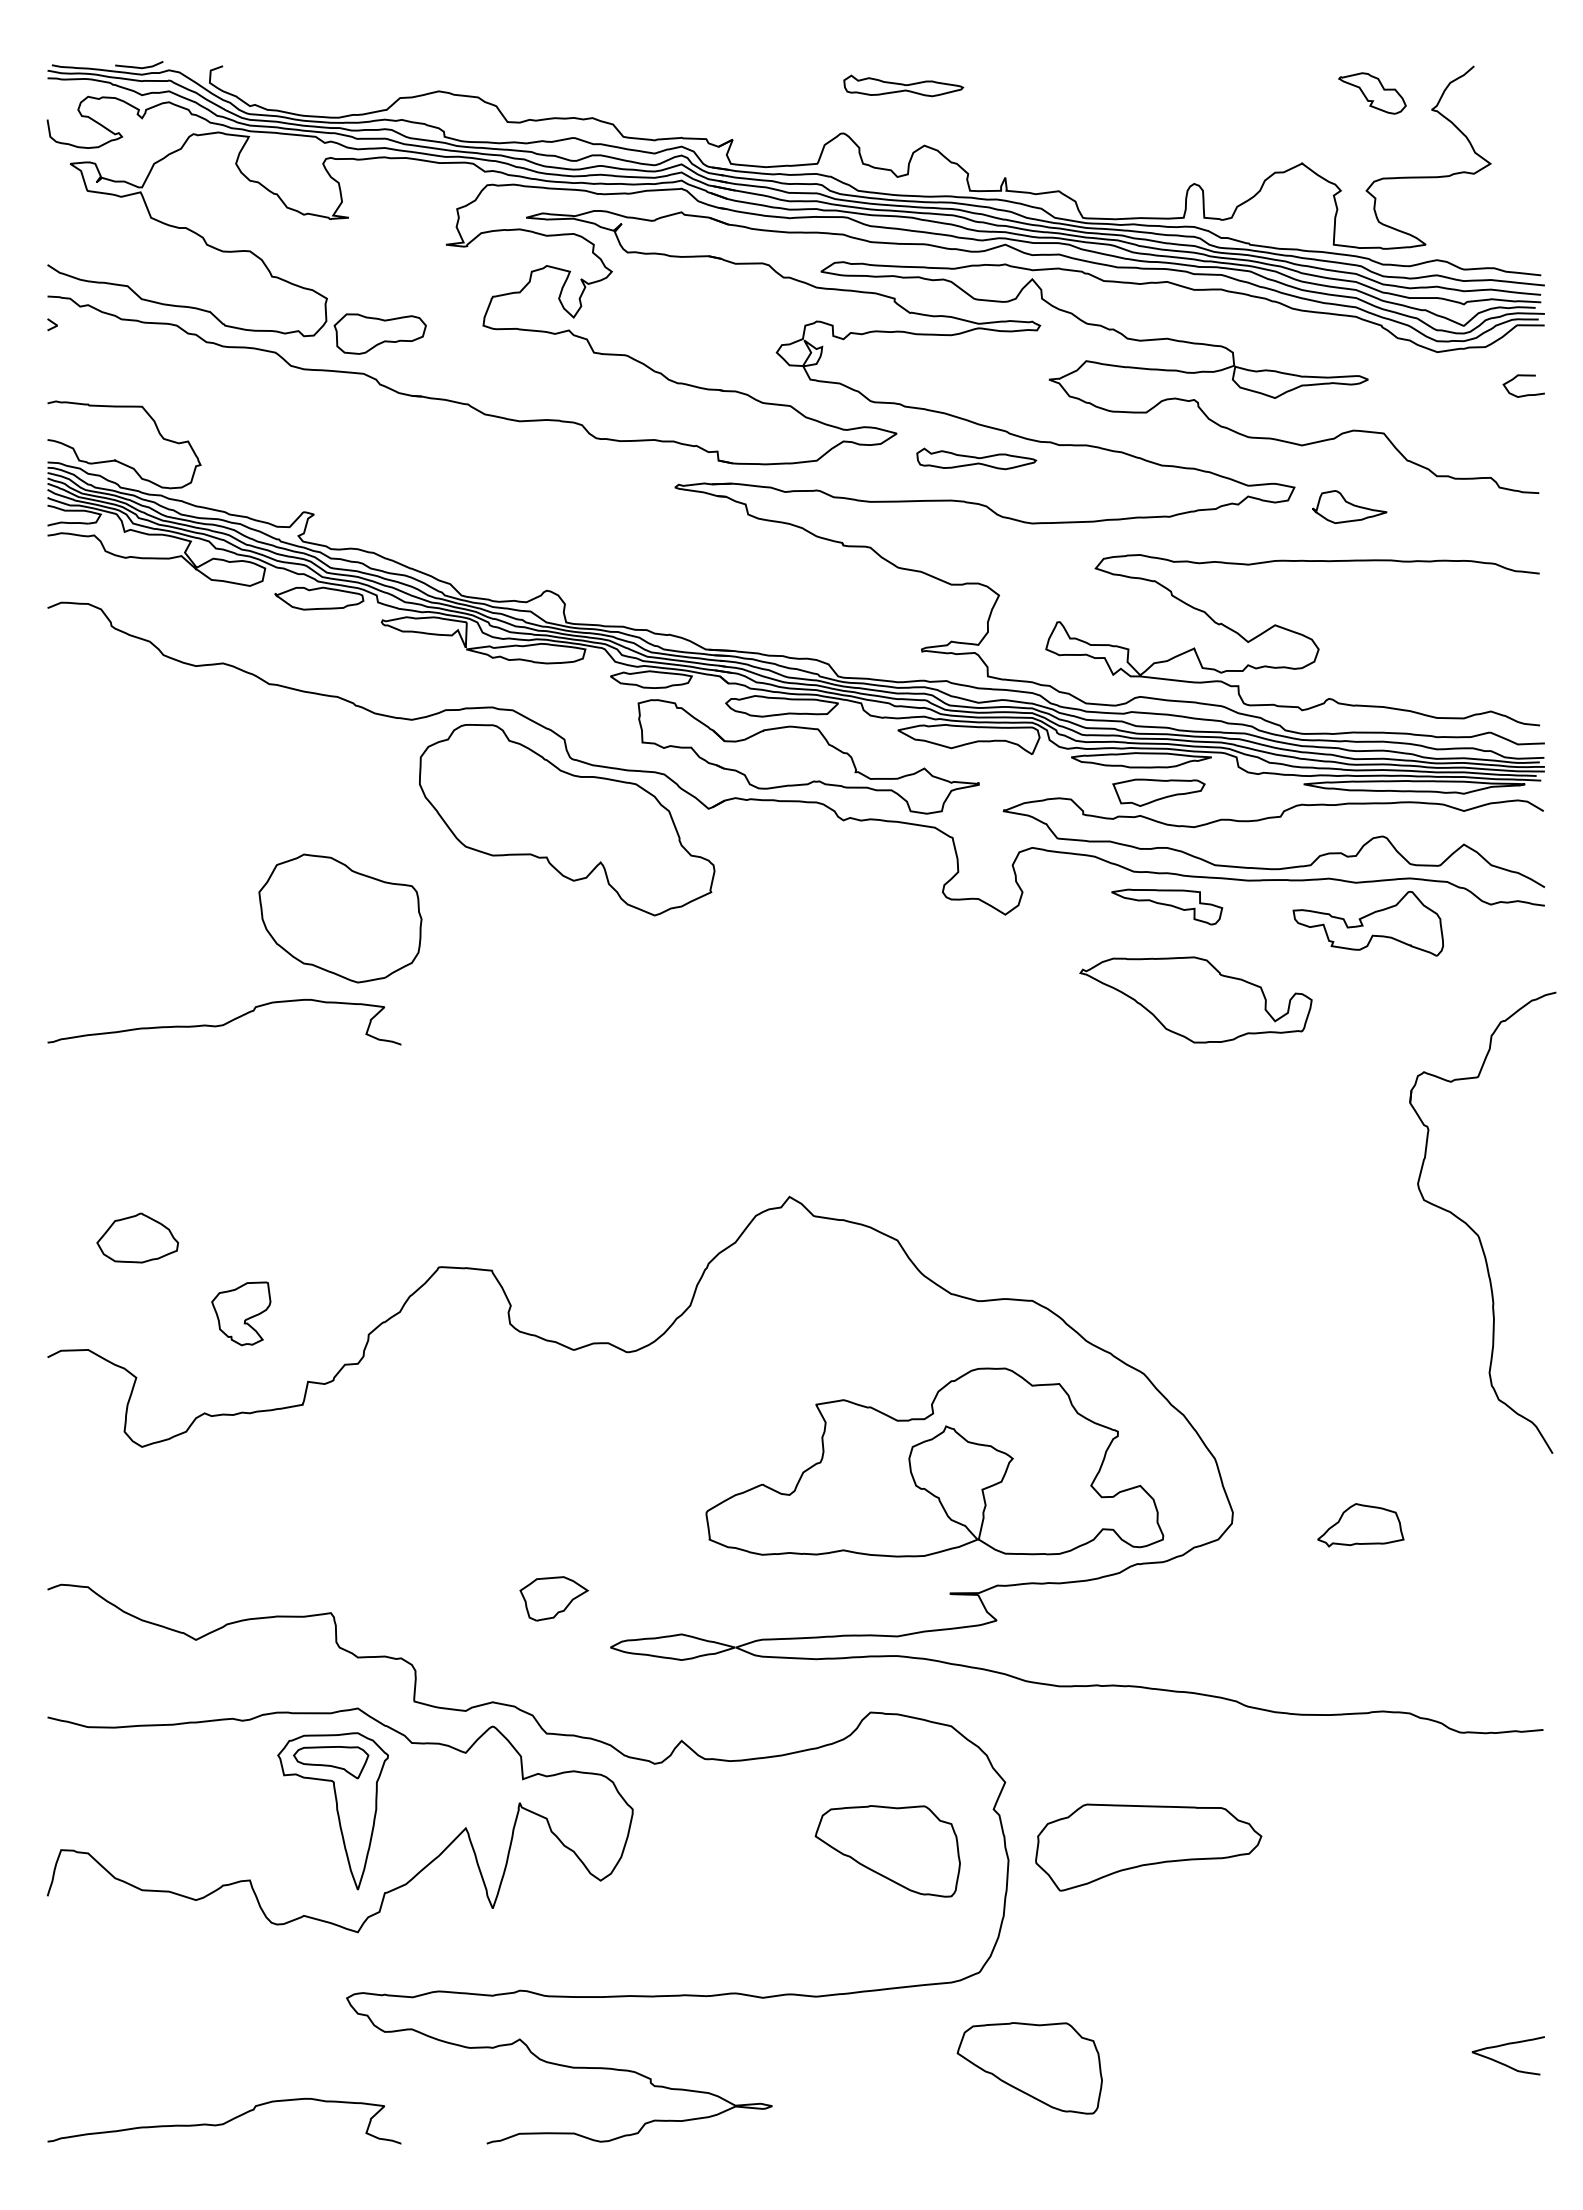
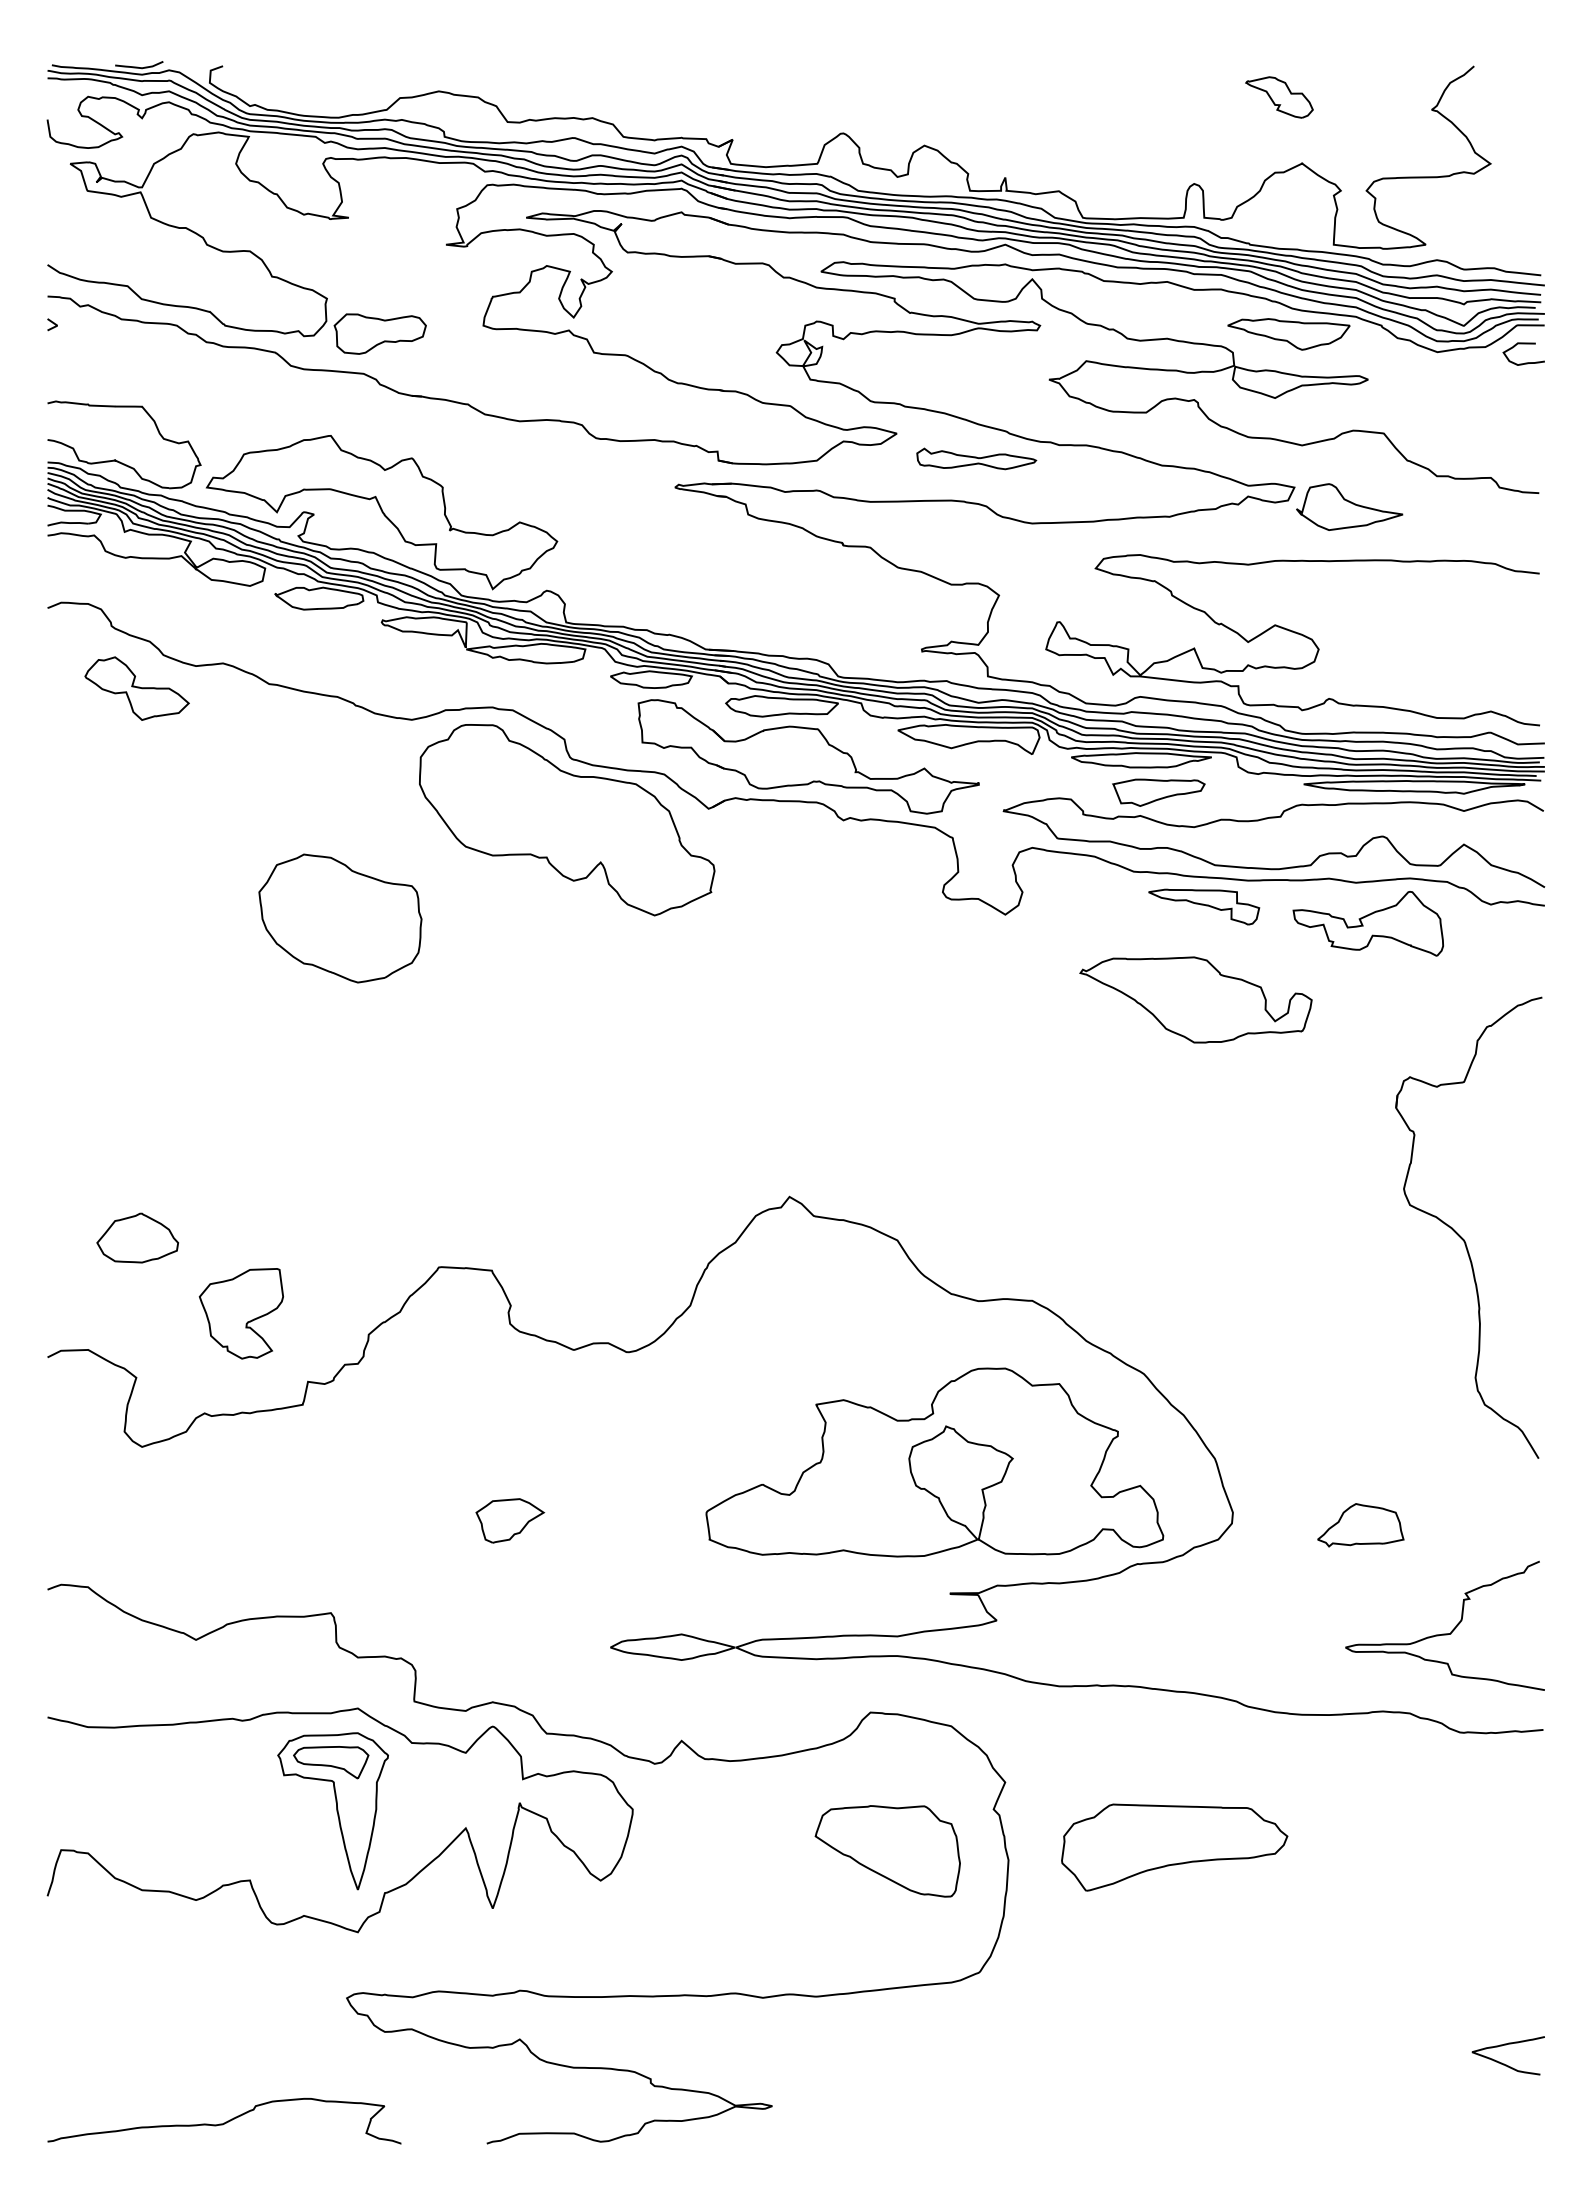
part at (903, 85): present -> none
part at (1372, 93) position: (1372, 93) -> (1279, 97)
part at (1288, 334): none -> present
curve at (1523, 376) position: (1523, 376) -> (1523, 344)
part at (1349, 507) size: 76x35 px -> 108x48 px
part at (381, 512): none -> present
part at (136, 688): none -> present
part at (1167, 906) position: (1167, 906) -> (1204, 906)
curve at (225, 1022): present -> none
part at (1474, 1230) position: (1474, 1230) -> (1460, 1235)
part at (241, 1313) size: 61x66 px -> 86x92 px
part at (554, 1598) position: (554, 1598) -> (510, 1520)
curve at (1444, 1633): none -> present
part at (1148, 1847) position: (1148, 1847) -> (1174, 1847)
part at (1029, 2068): present -> none
